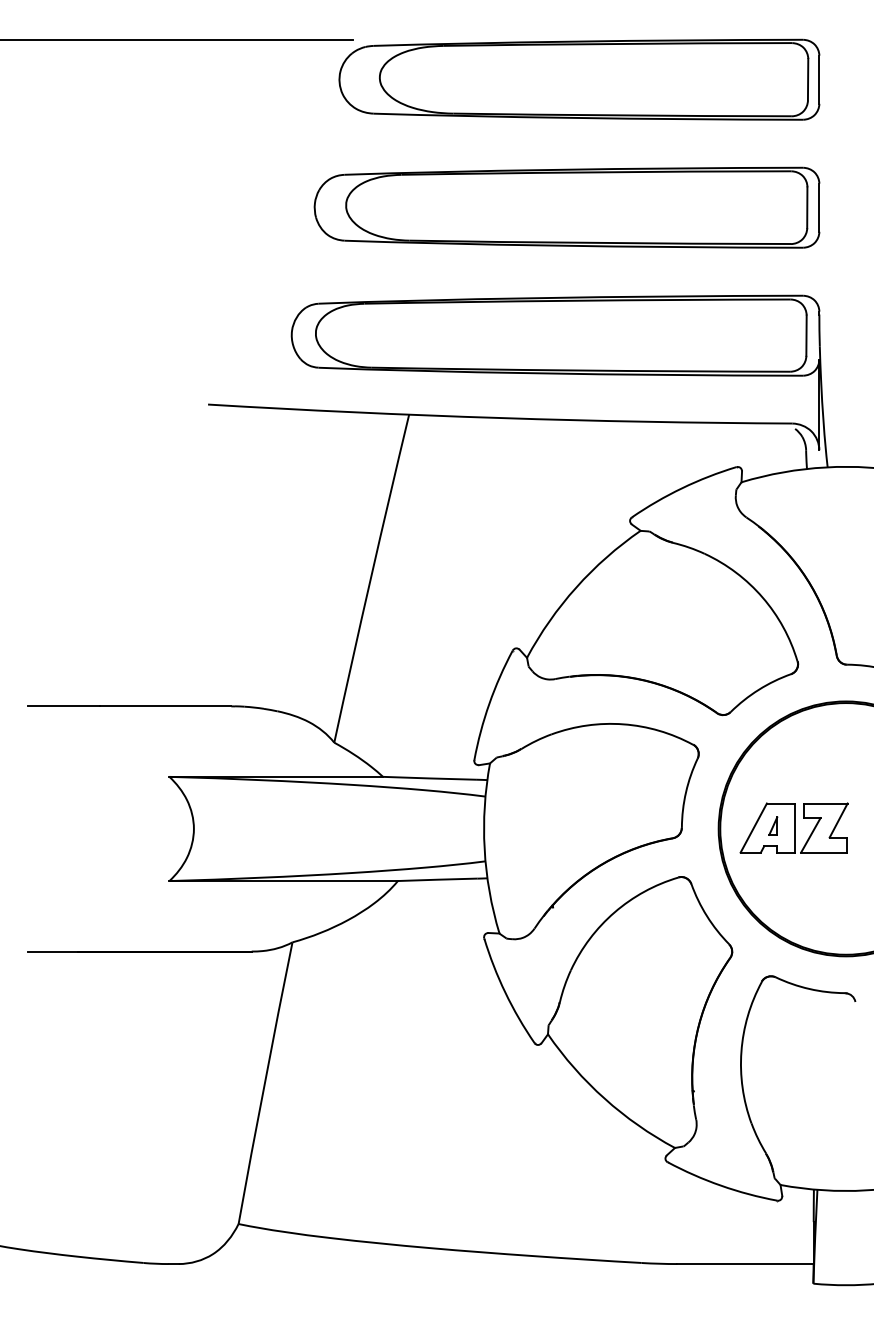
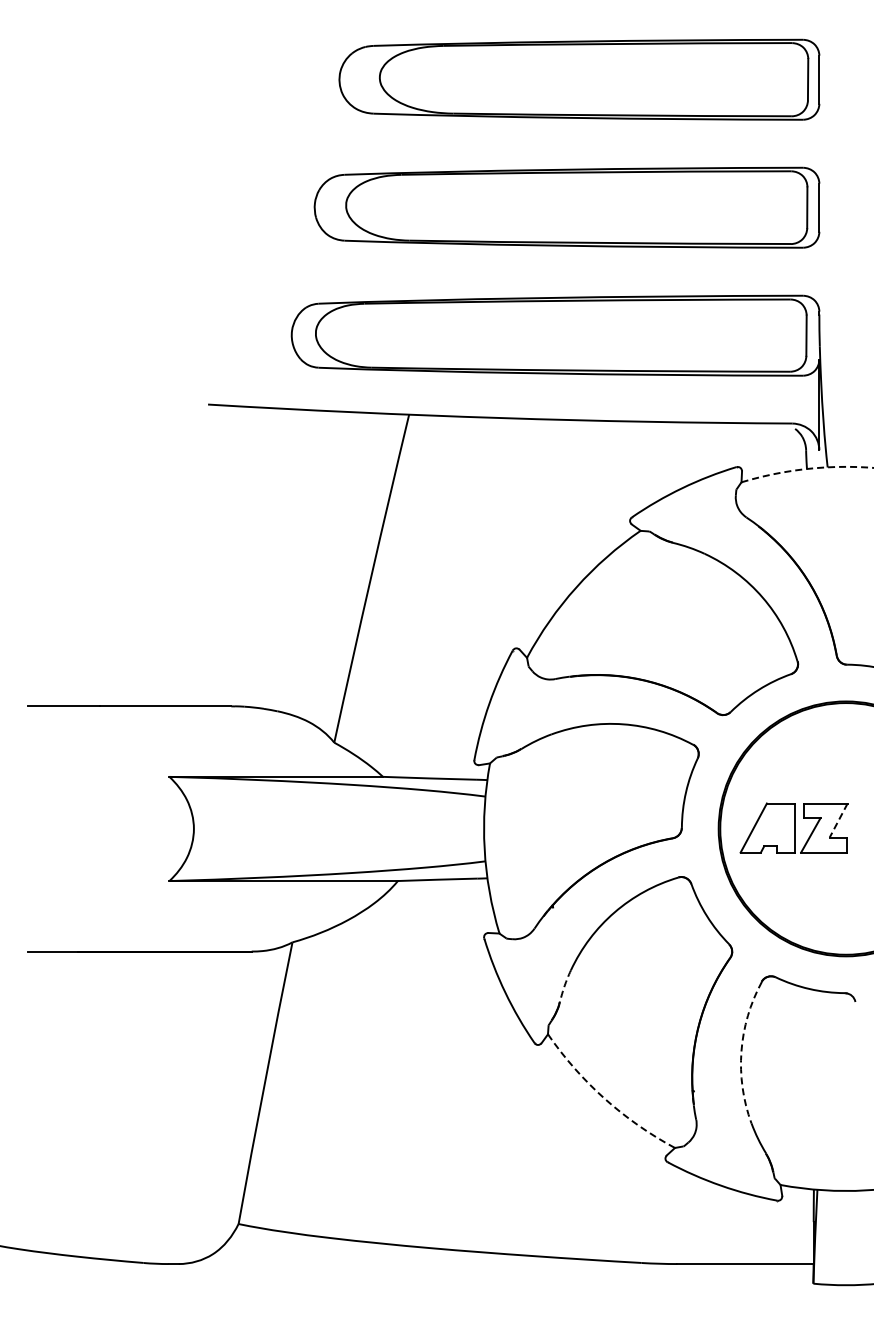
line at (177, 39): present -> none
arc at (806, 469): solid -> dashed
line at (838, 820): solid -> dashed
part at (773, 825): present -> none
arc at (564, 985): solid -> dashed
arc at (741, 1051): solid -> dashed
arc at (604, 1098): solid -> dashed
